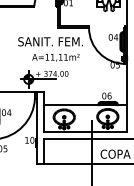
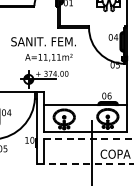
text at (50, 49) position: (50, 49) -> (43, 49)
line at (88, 139): solid -> dashed
line at (85, 163): solid -> dashed
